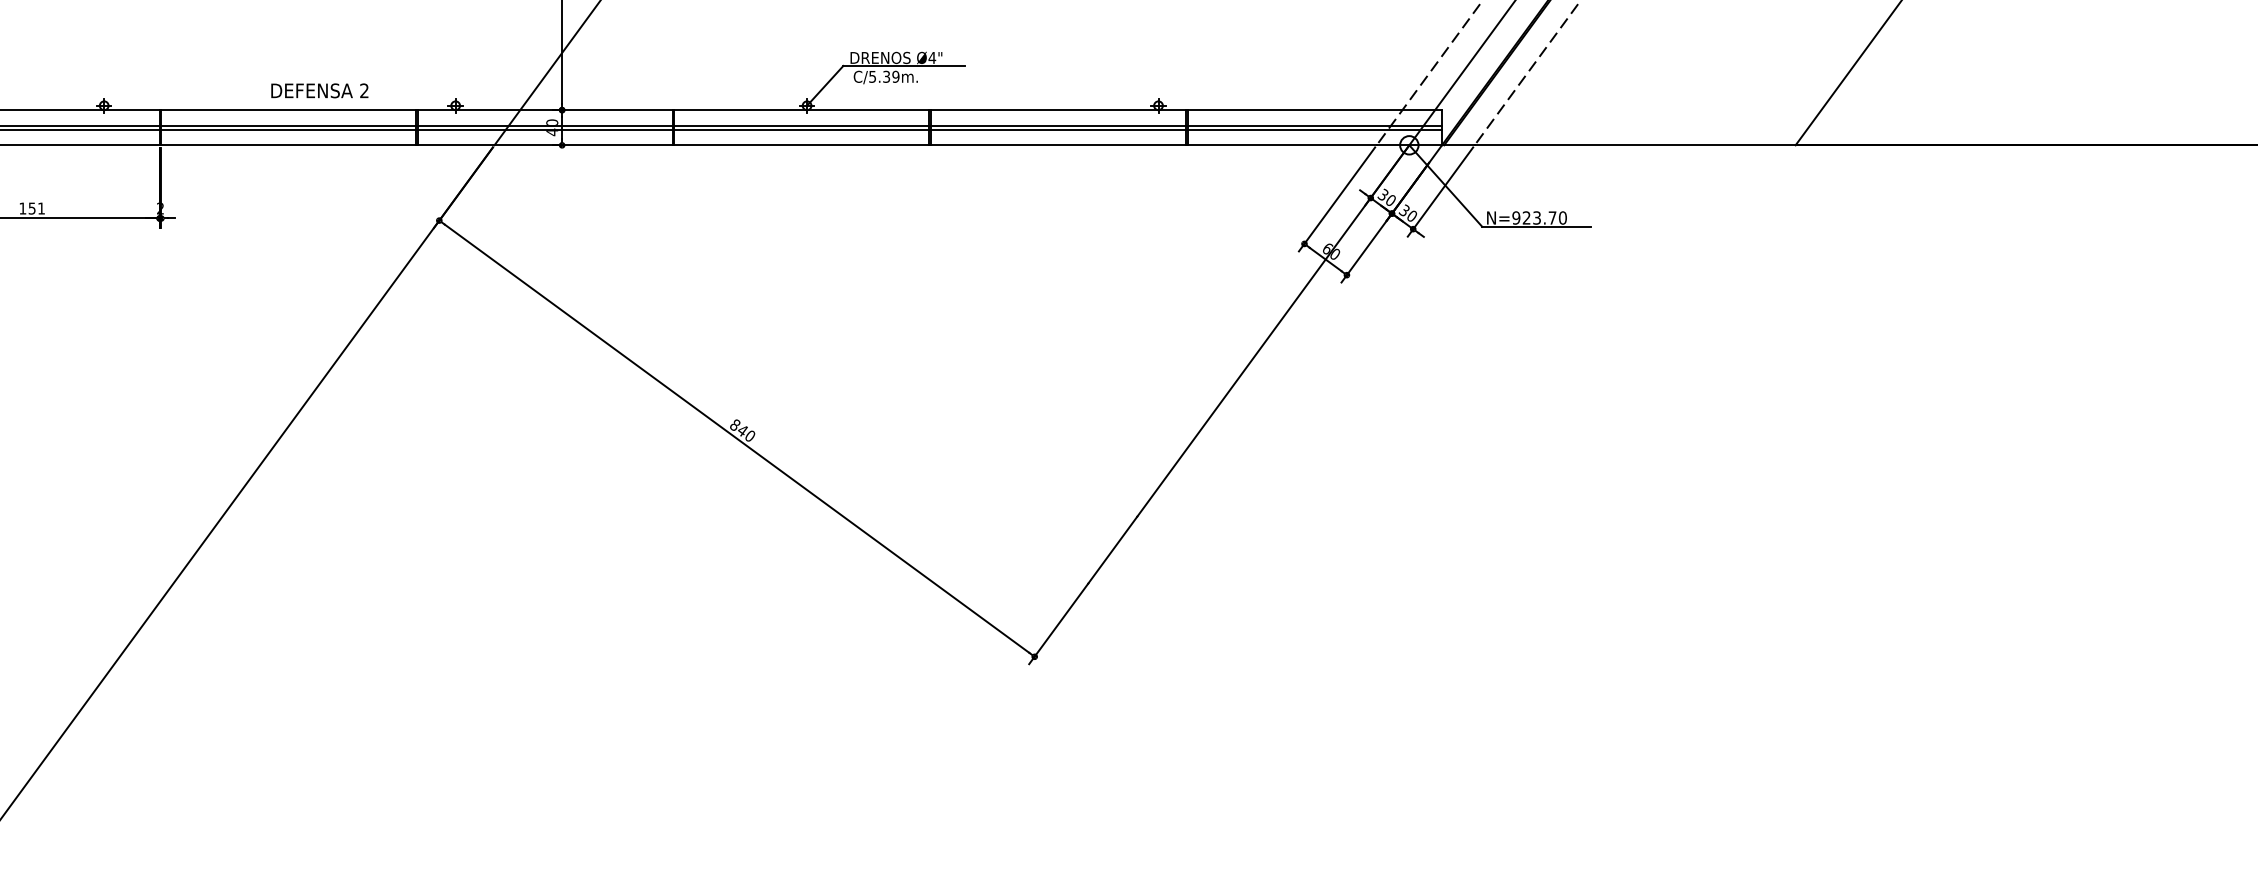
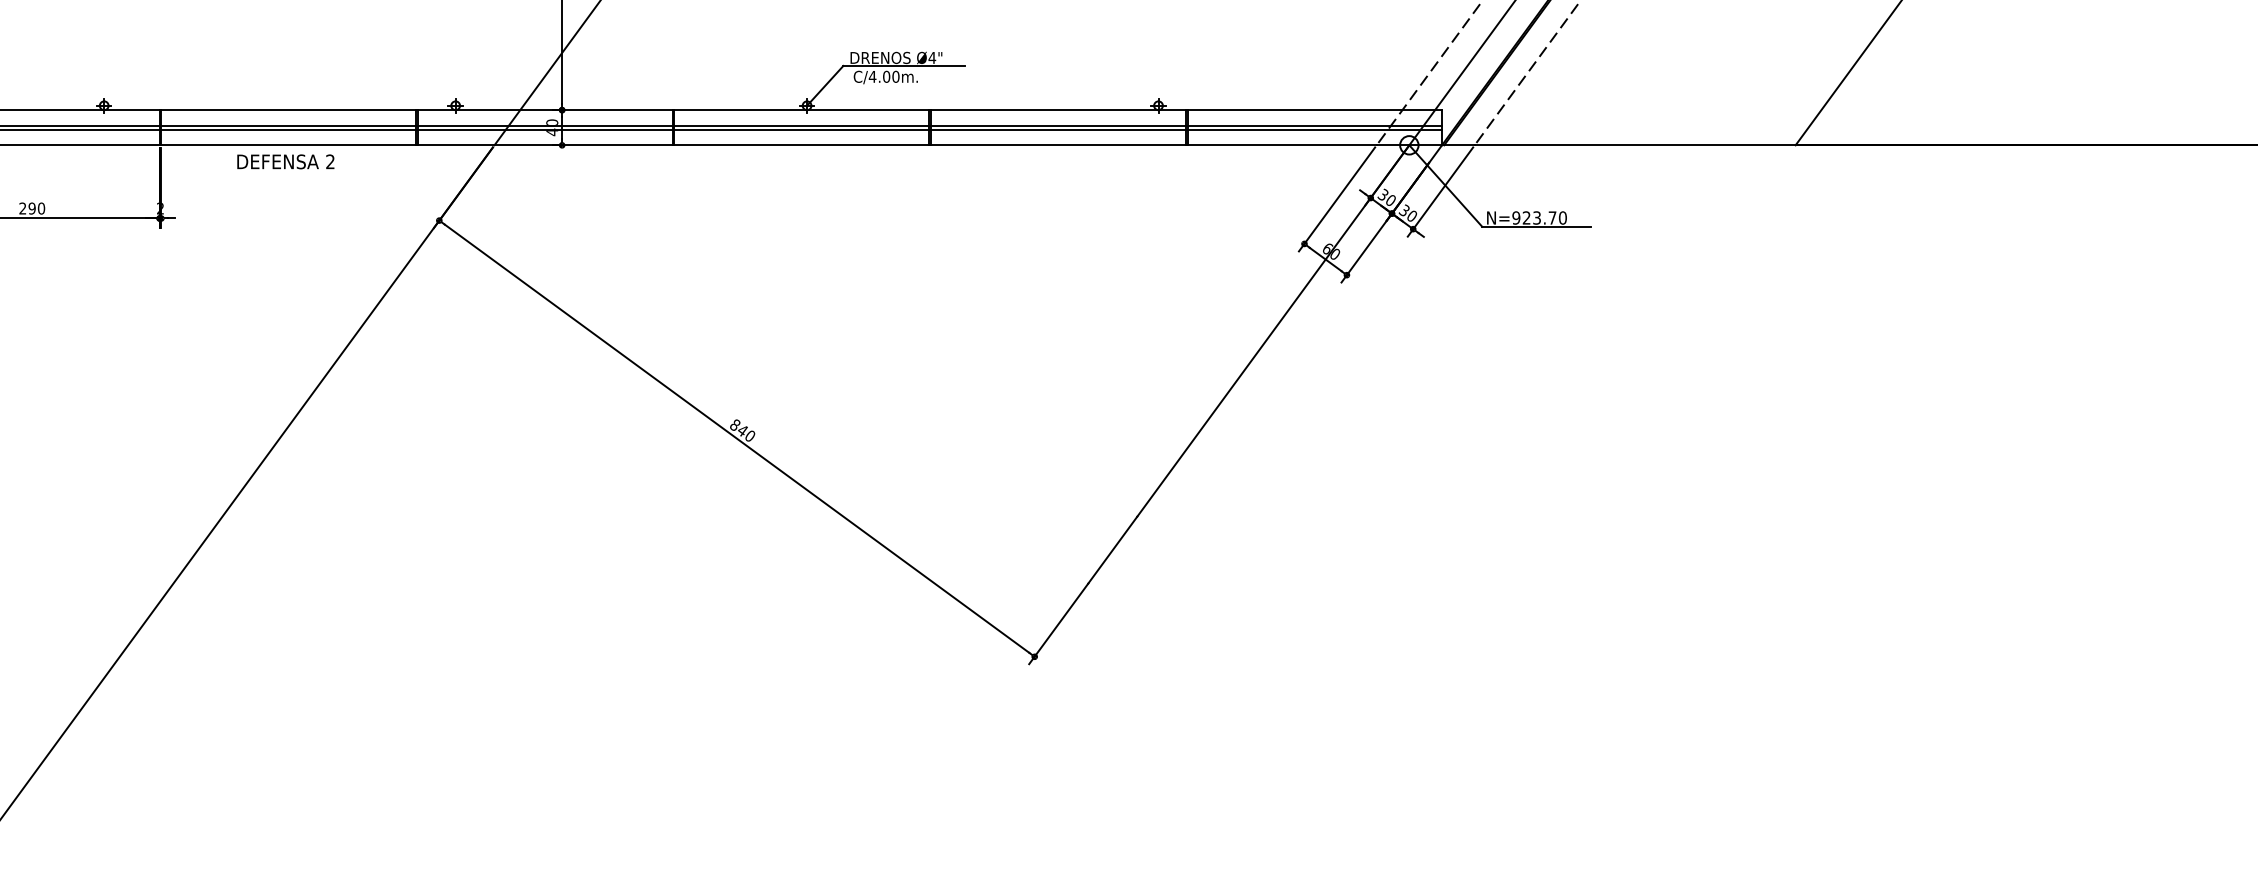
text at (883, 76): C/5.39m. -> C/4.00m.
text at (319, 90) position: (319, 90) -> (285, 161)
text at (32, 208): 151 -> 290
